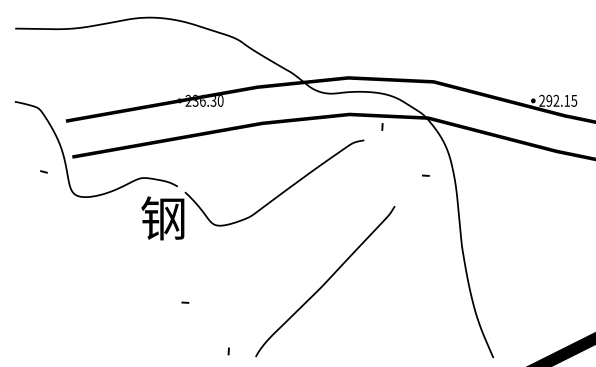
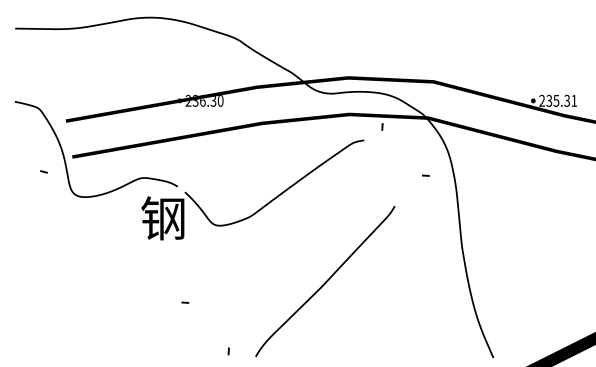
text at (561, 100): 292.15 -> 235.31
